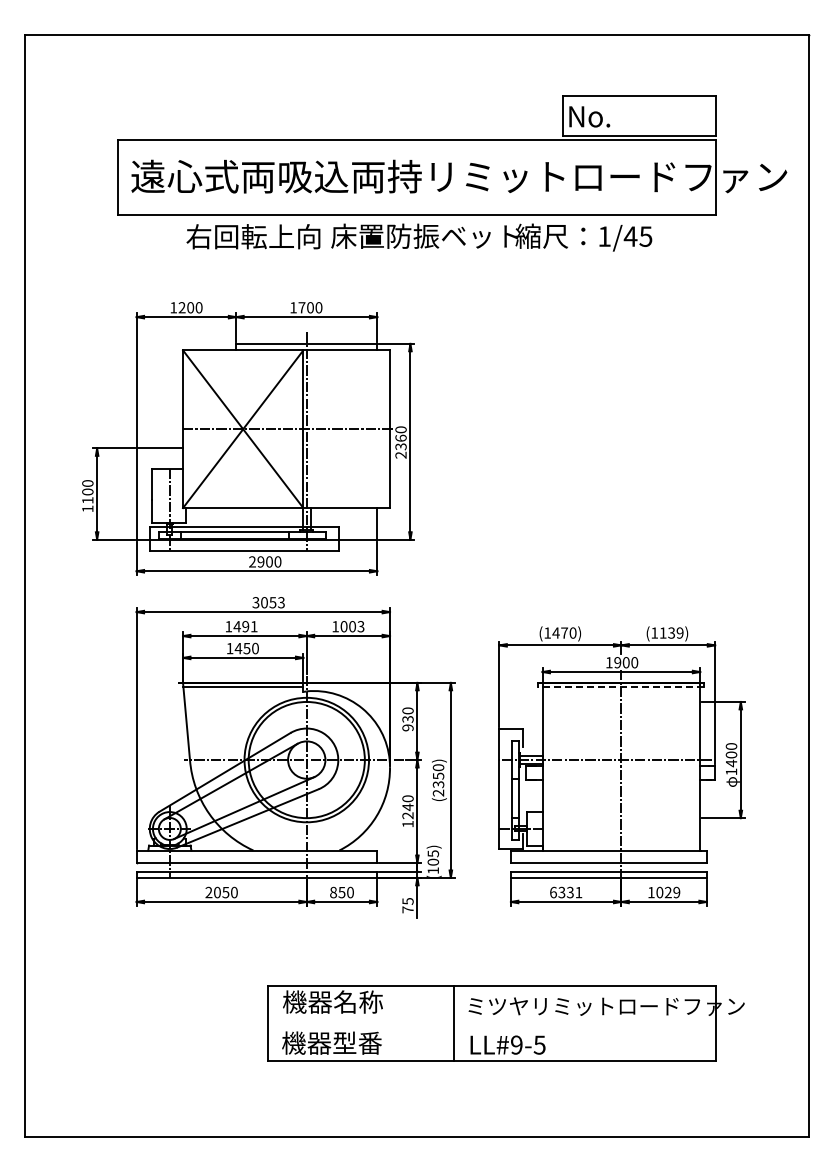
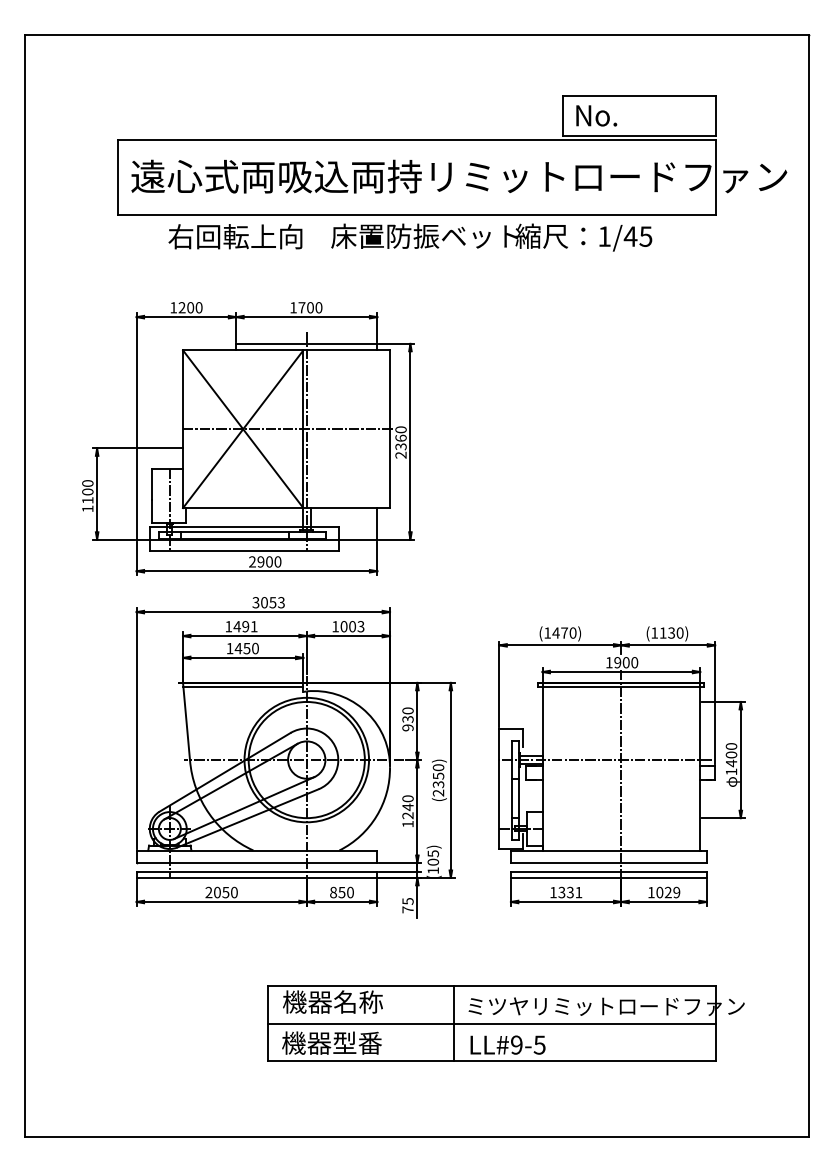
text at (589, 116) position: (589, 116) -> (596, 115)
text at (253, 236) position: (253, 236) -> (235, 236)
text at (679, 632): (1139) -> (1130)
line at (621, 687): dashed -> solid
text at (553, 892): 6331 -> 1331
line at (491, 1023): none -> present
